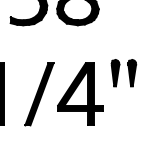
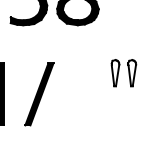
fill at (115, 73): present -> none
fill at (132, 73): present -> none
part at (80, 93): present -> none
